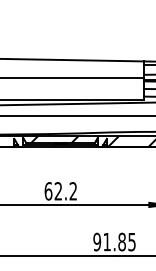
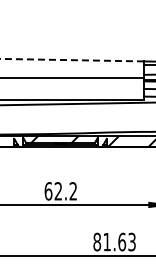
line at (71, 60): solid -> dashed
line at (77, 116): present -> none
text at (114, 241): 91.85 -> 81.63
